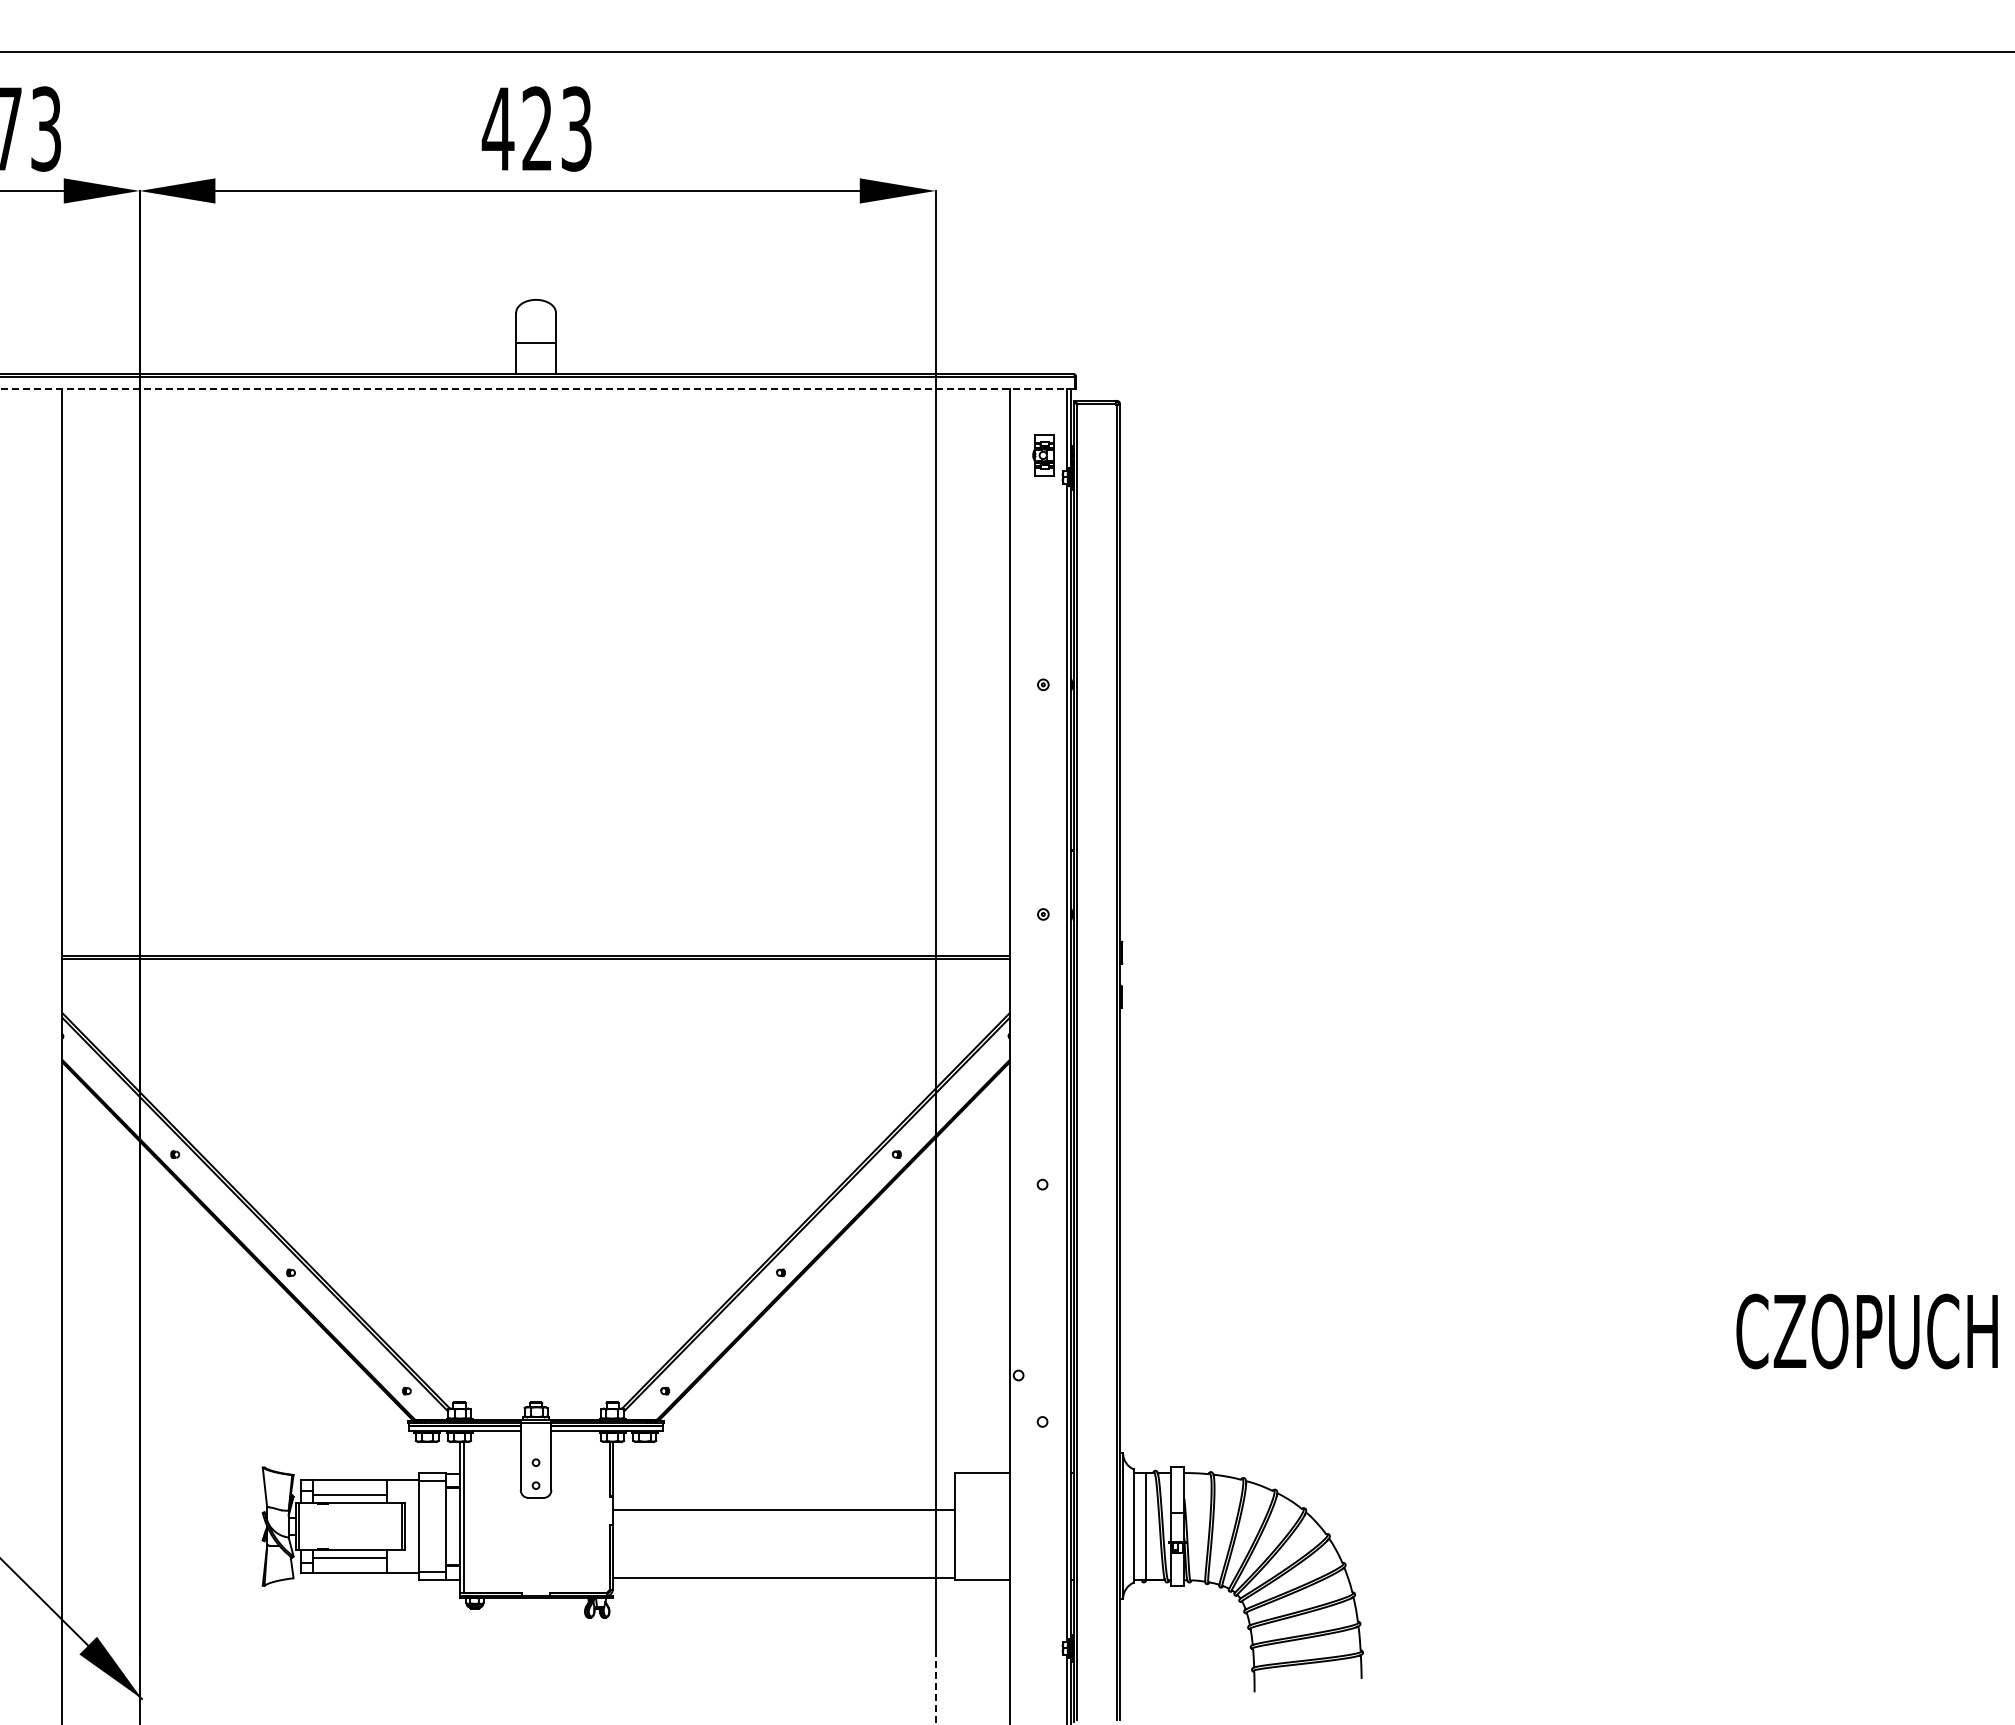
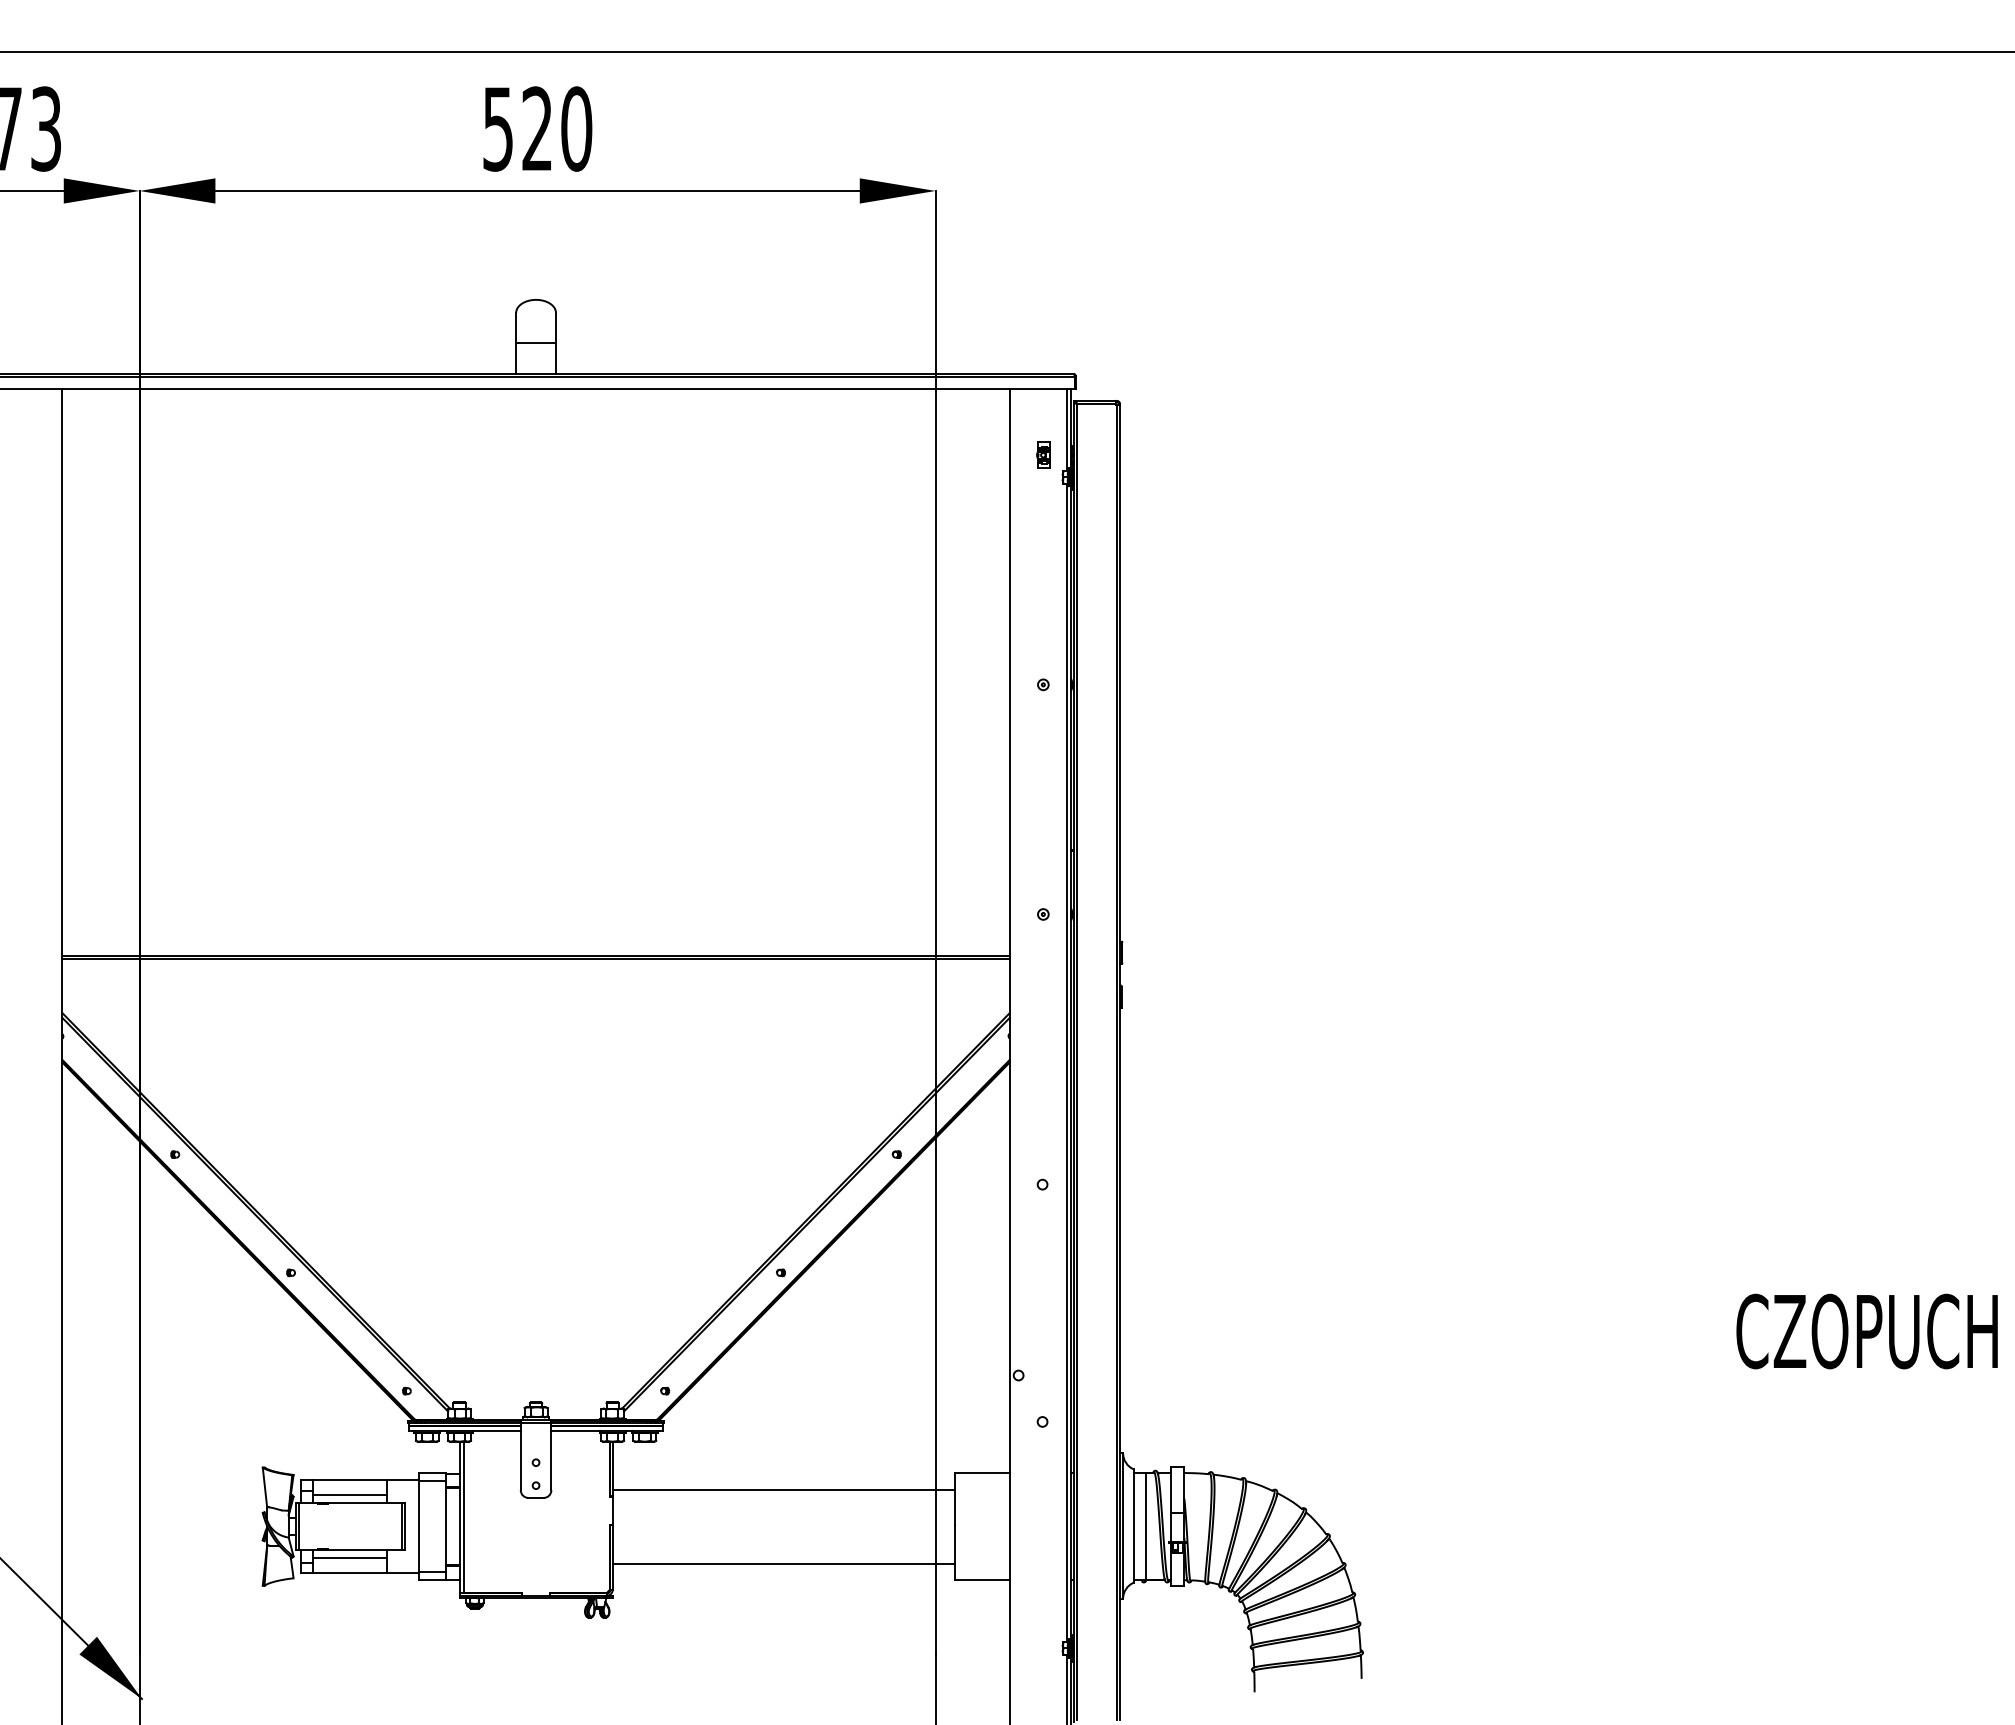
text at (536, 128): 423 -> 520
line at (537, 389): dashed -> solid
part at (1043, 455) size: 23x43 px -> 15x28 px
line at (783, 1509) position: (783, 1509) -> (783, 1489)
line at (783, 1577) position: (783, 1577) -> (783, 1563)
line at (935, 1688): dashed -> solid
